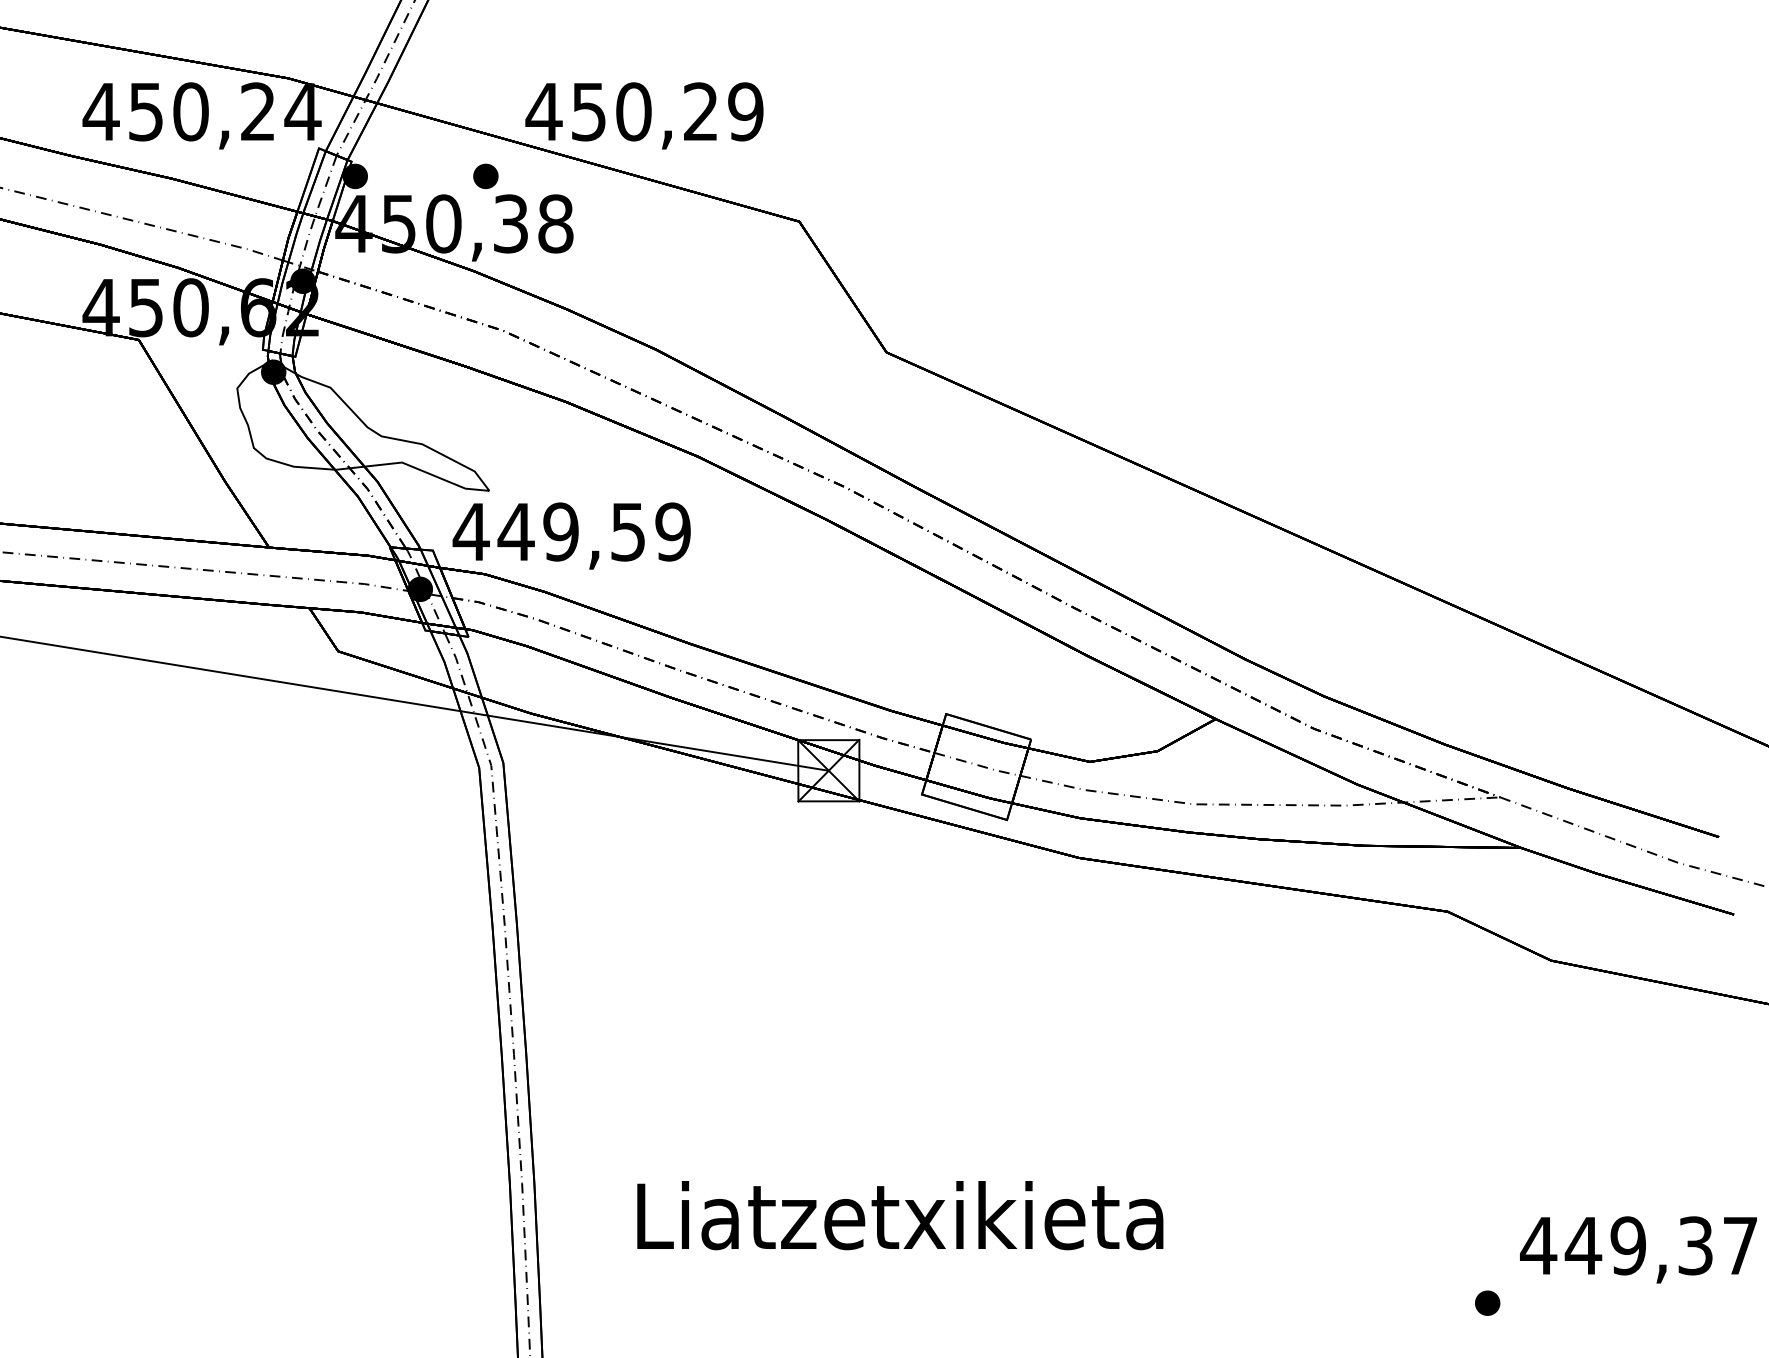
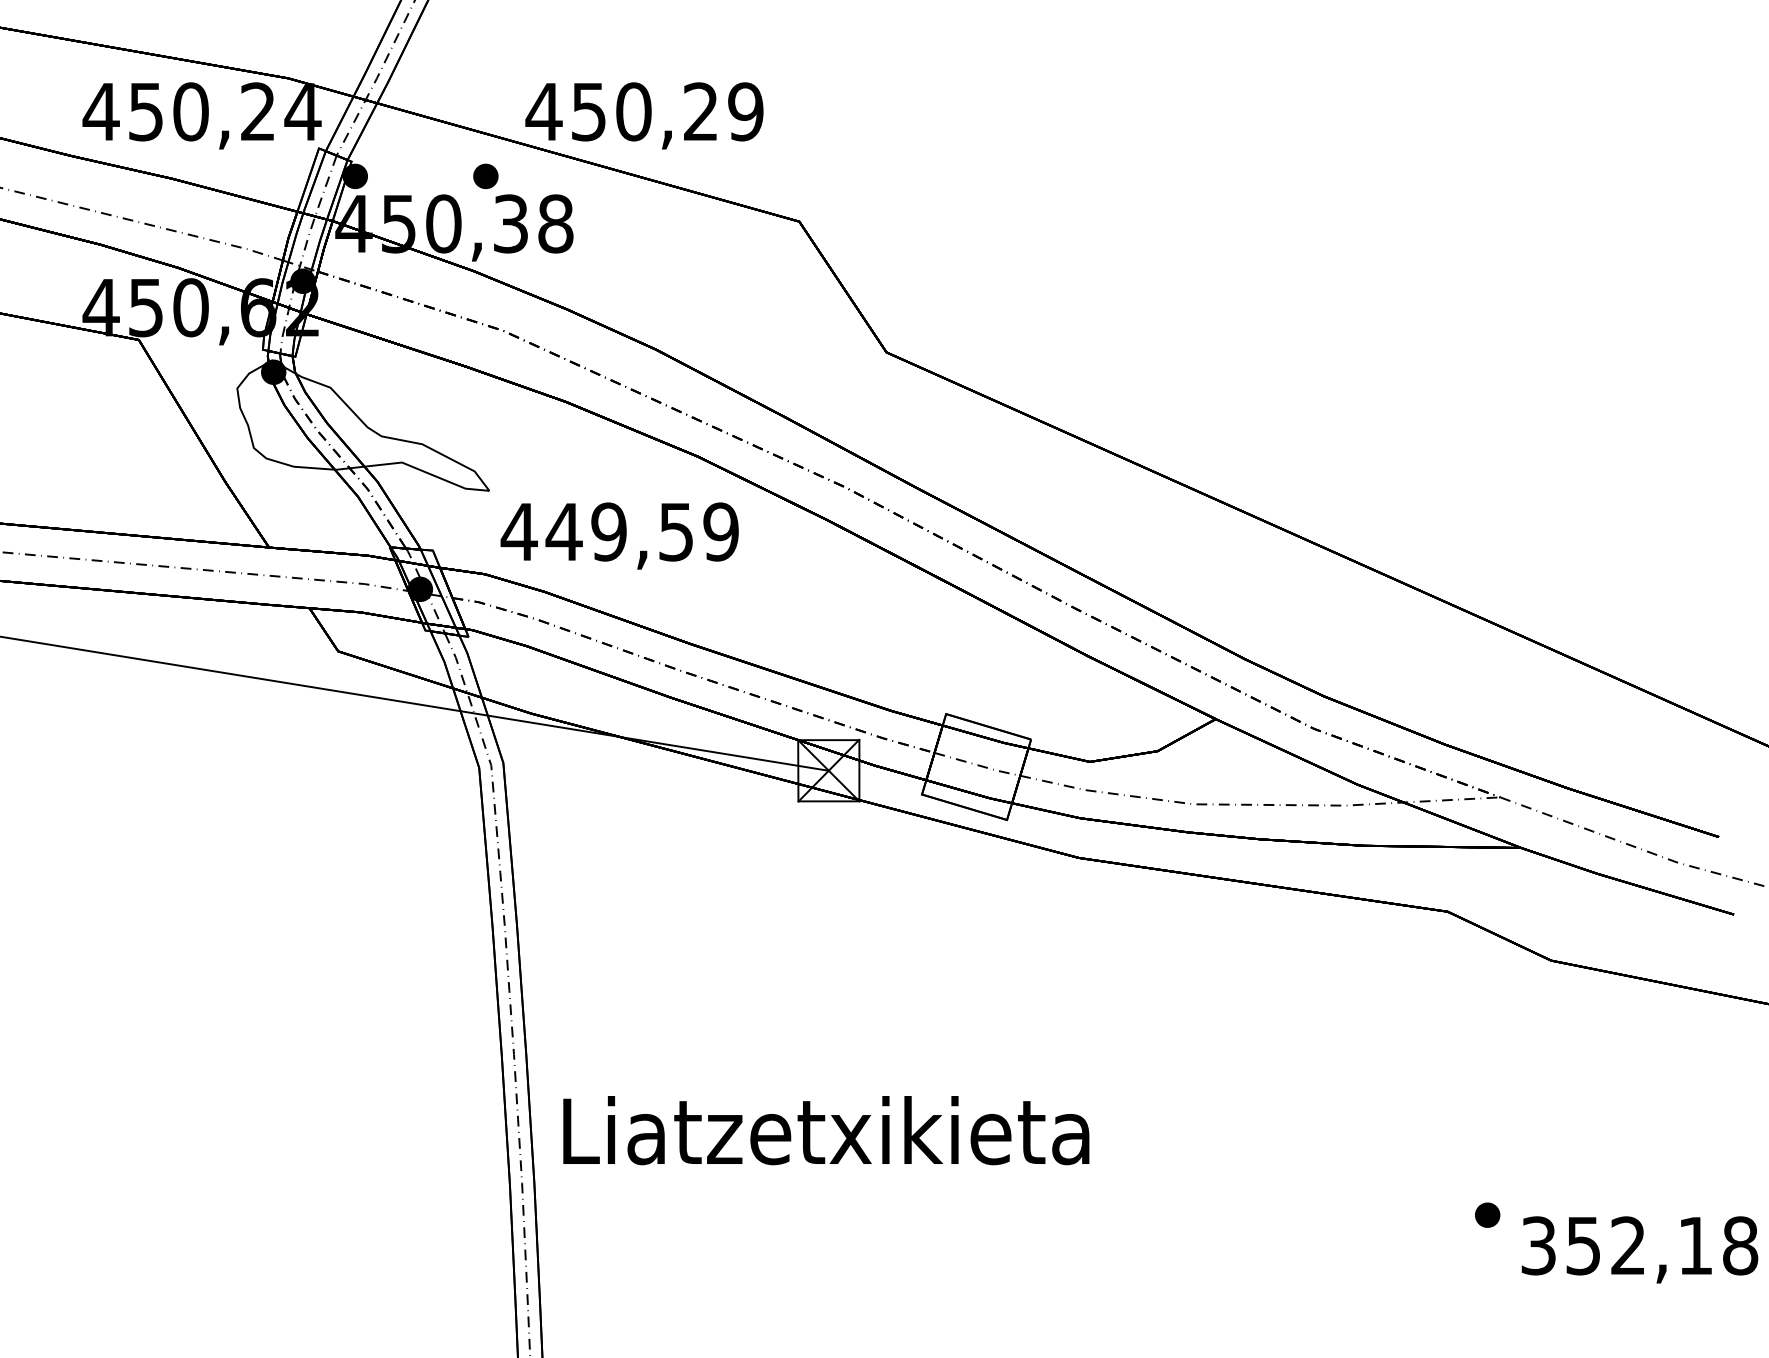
text at (571, 535) position: (571, 535) -> (619, 535)
text at (900, 1215) position: (900, 1215) -> (826, 1130)
text at (1639, 1245): 449,37 -> 352,18
part at (1487, 1302) position: (1487, 1302) -> (1487, 1214)
